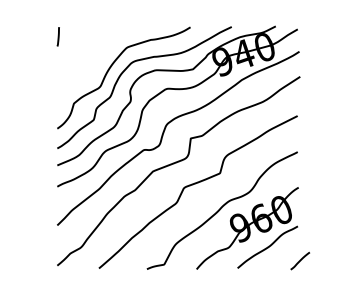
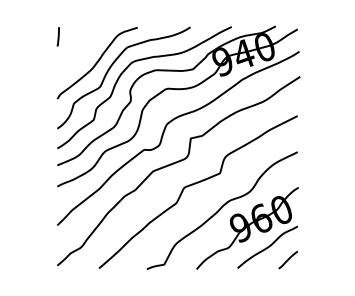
curve at (96, 63): none -> present
curve at (300, 260) position: (300, 260) -> (288, 259)
